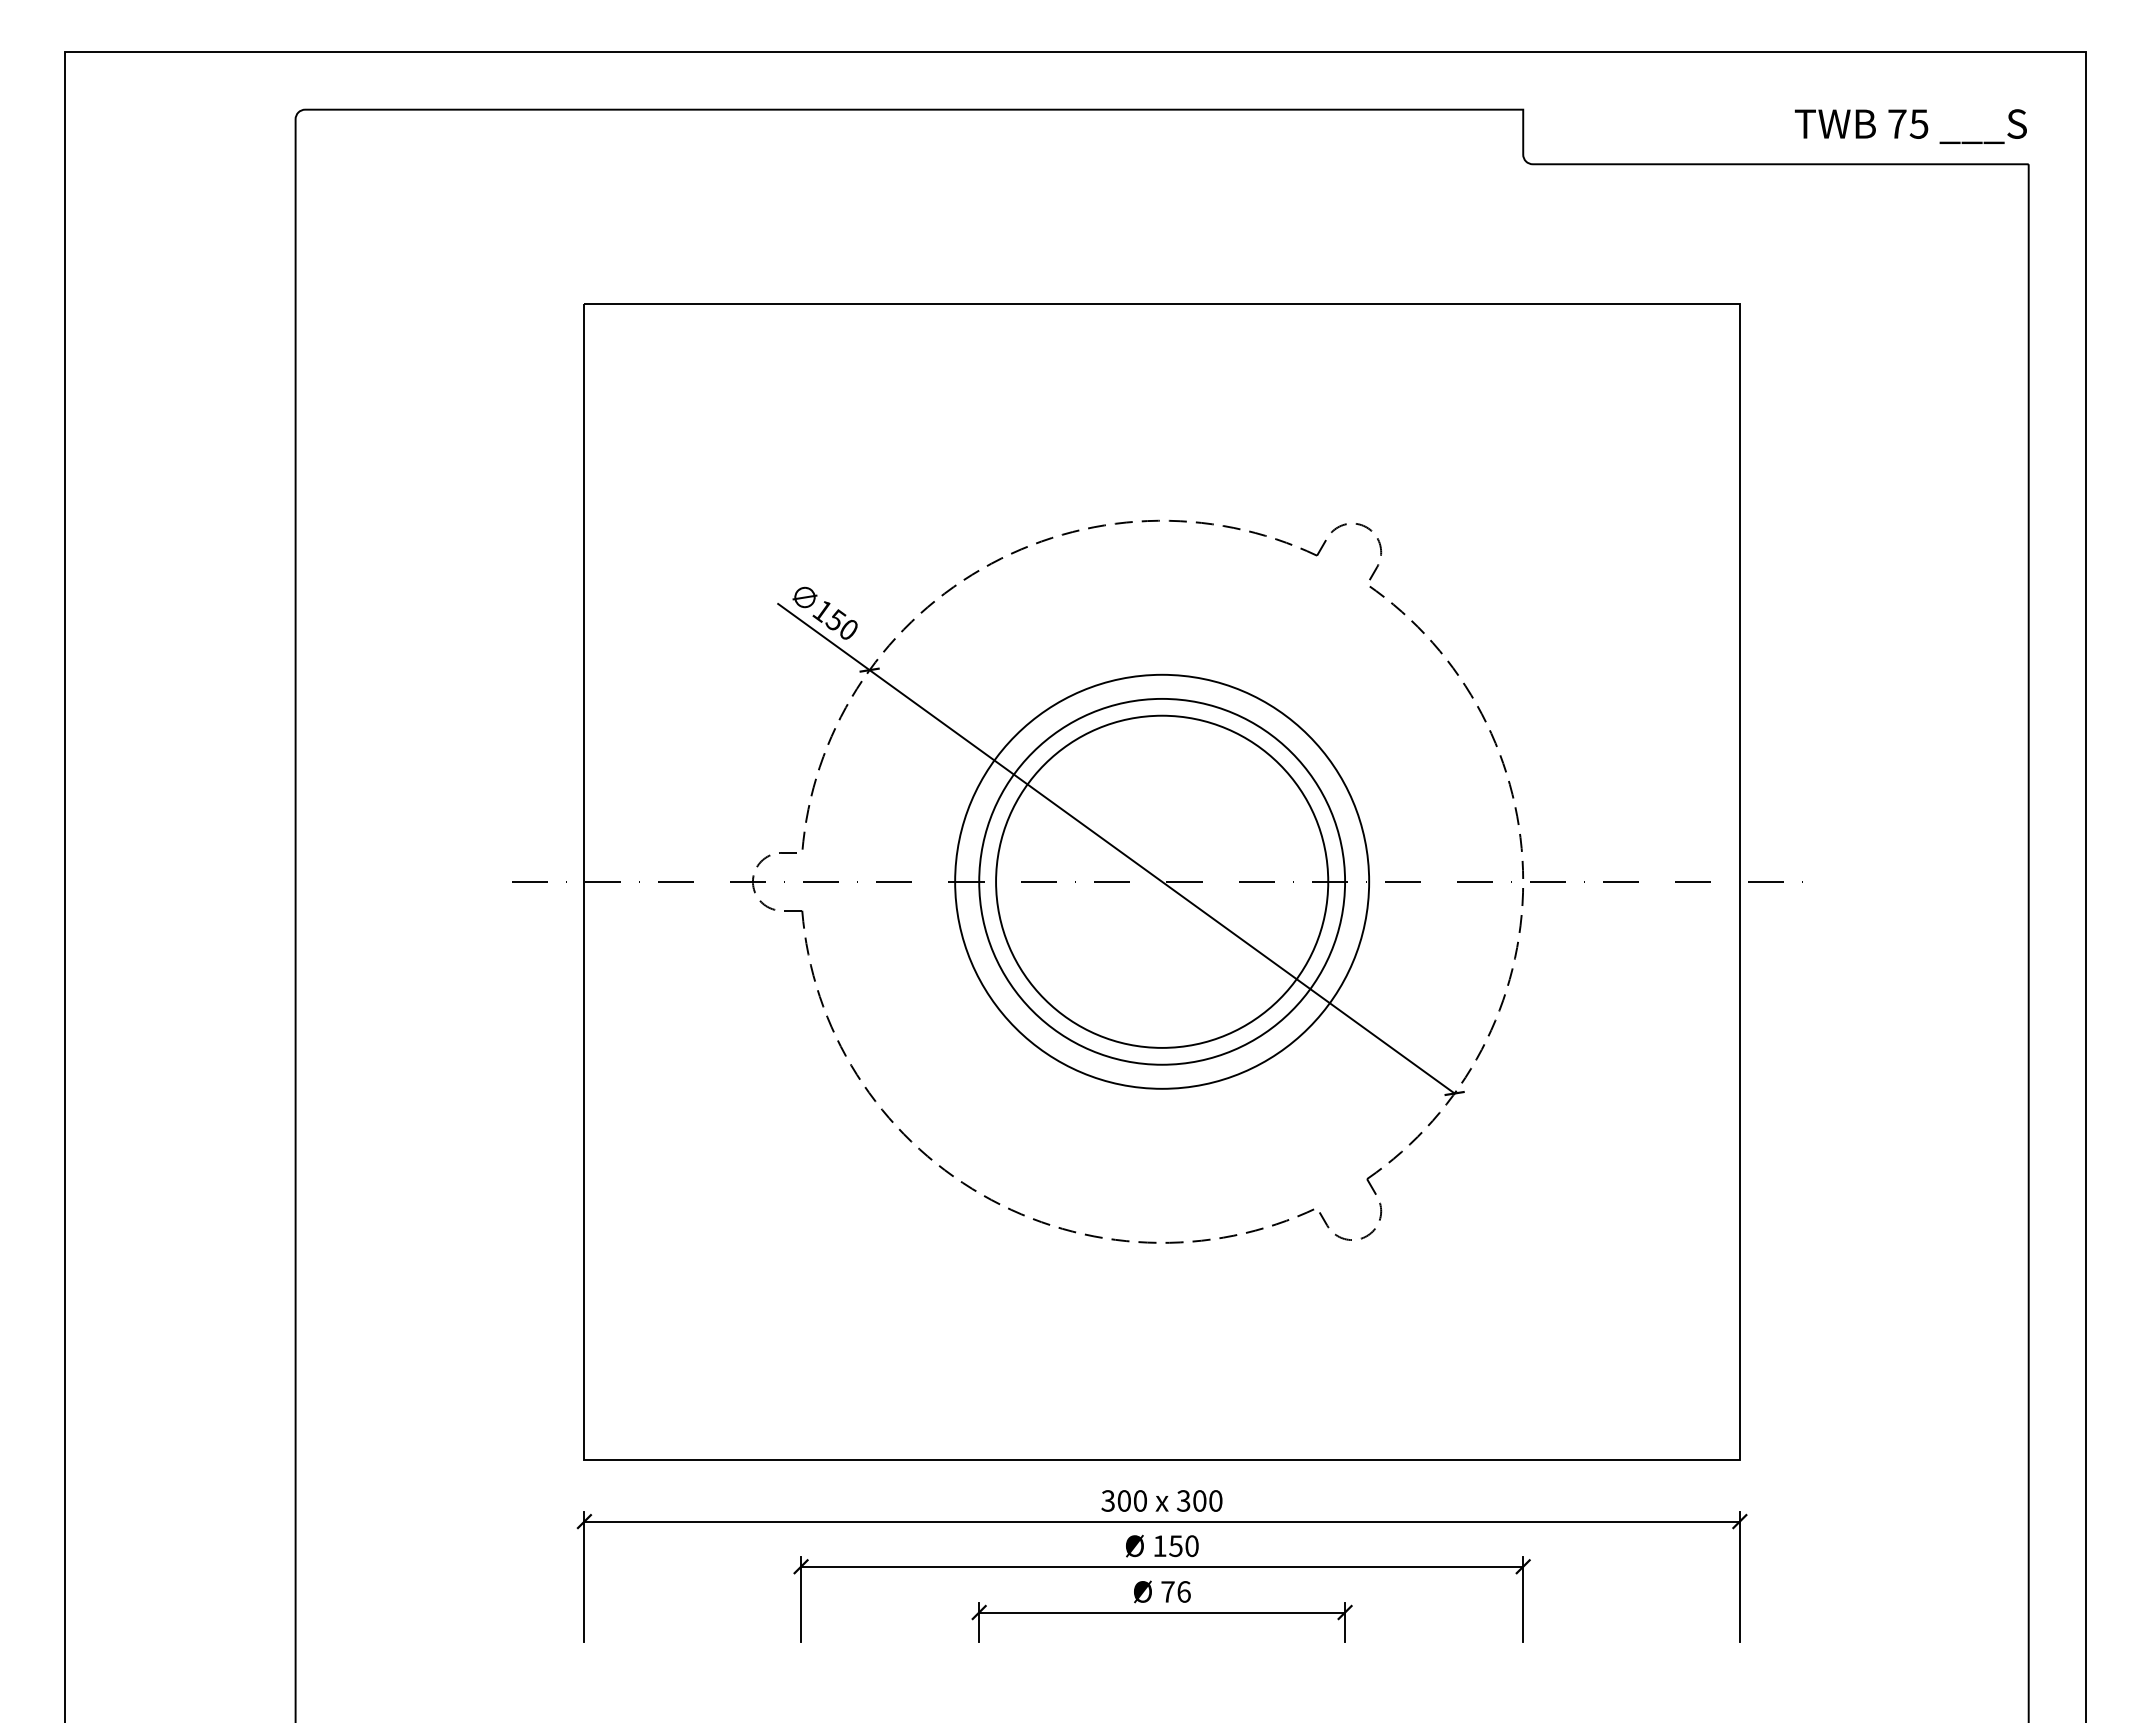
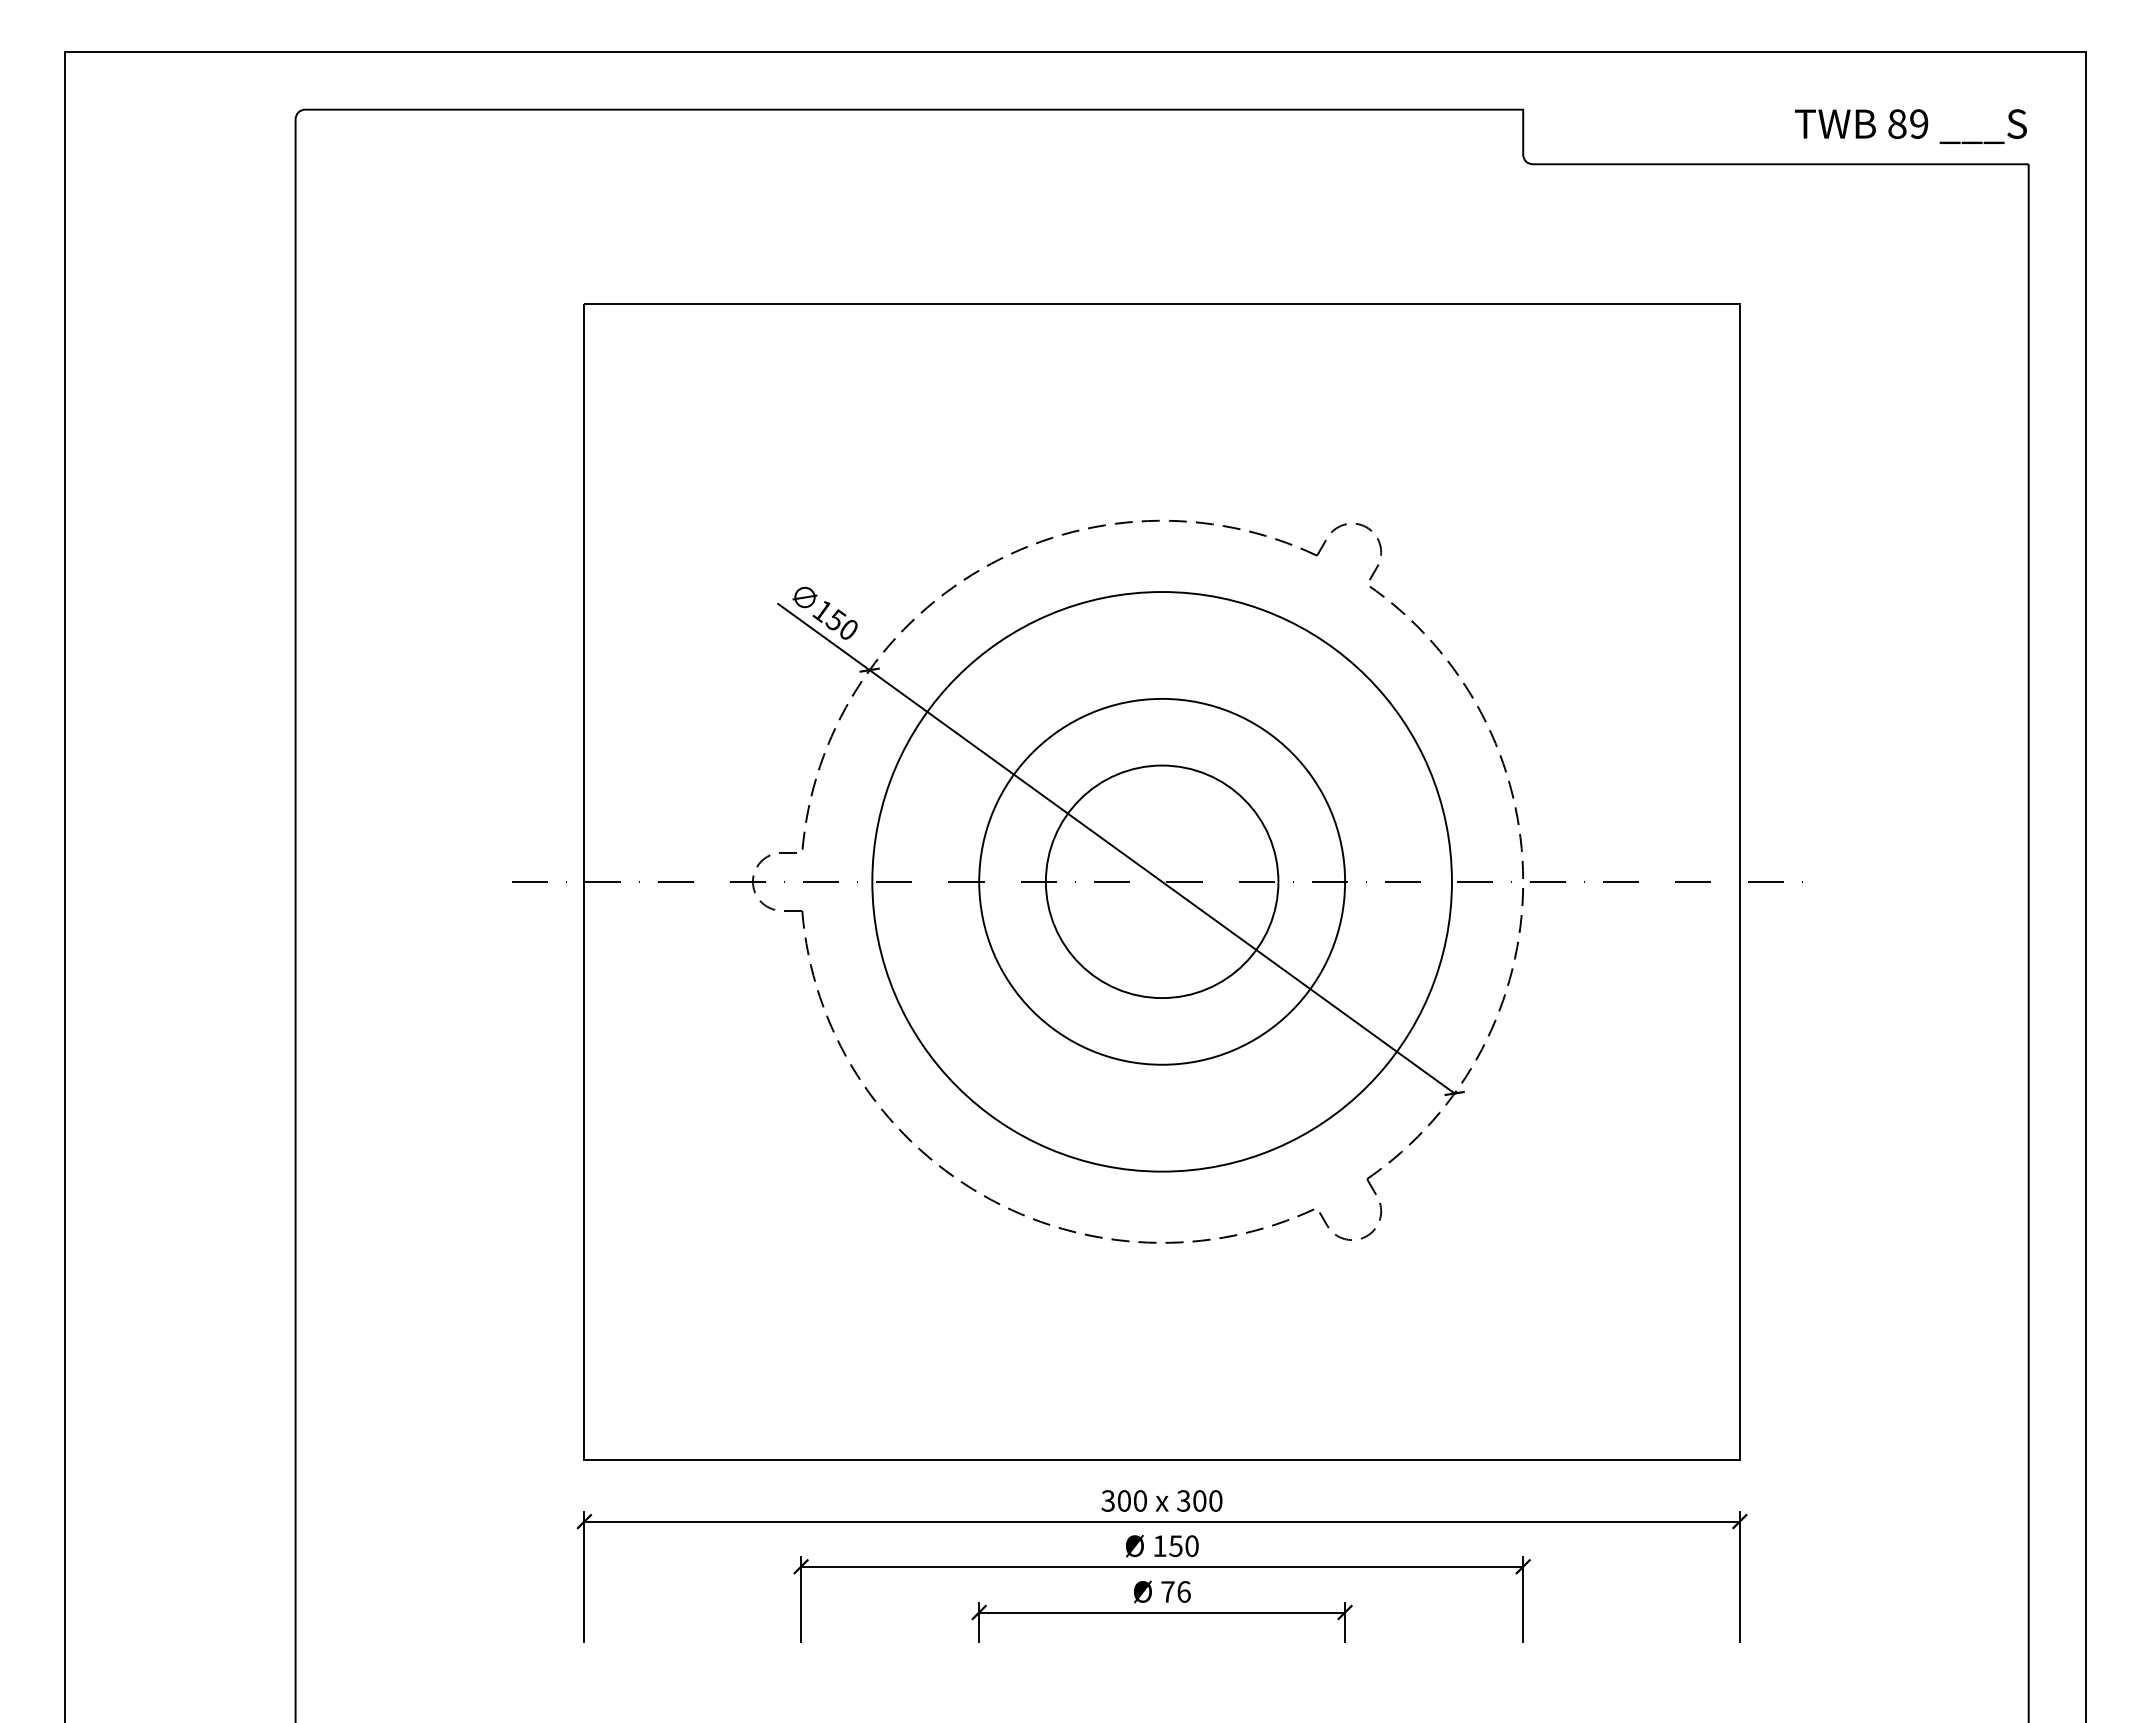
text at (1908, 123): 75 -> 89
circle at (1162, 881) diameter: 332 px -> 233 px
circle at (1162, 881) diameter: 414 px -> 580 px
